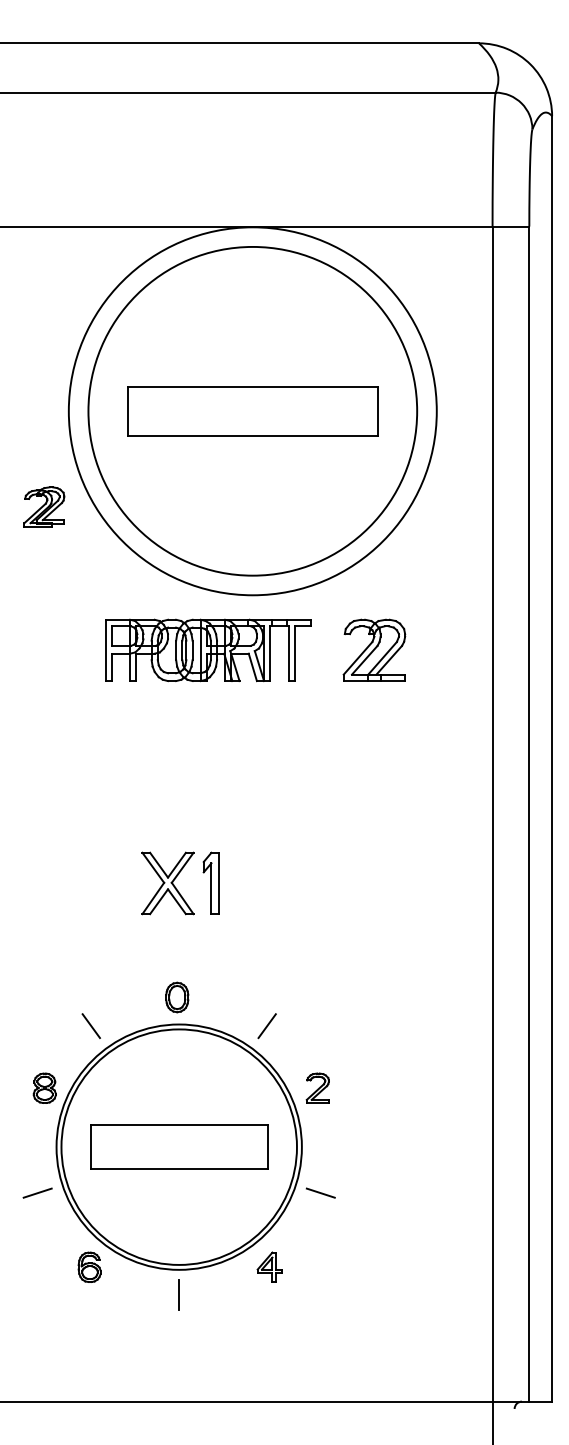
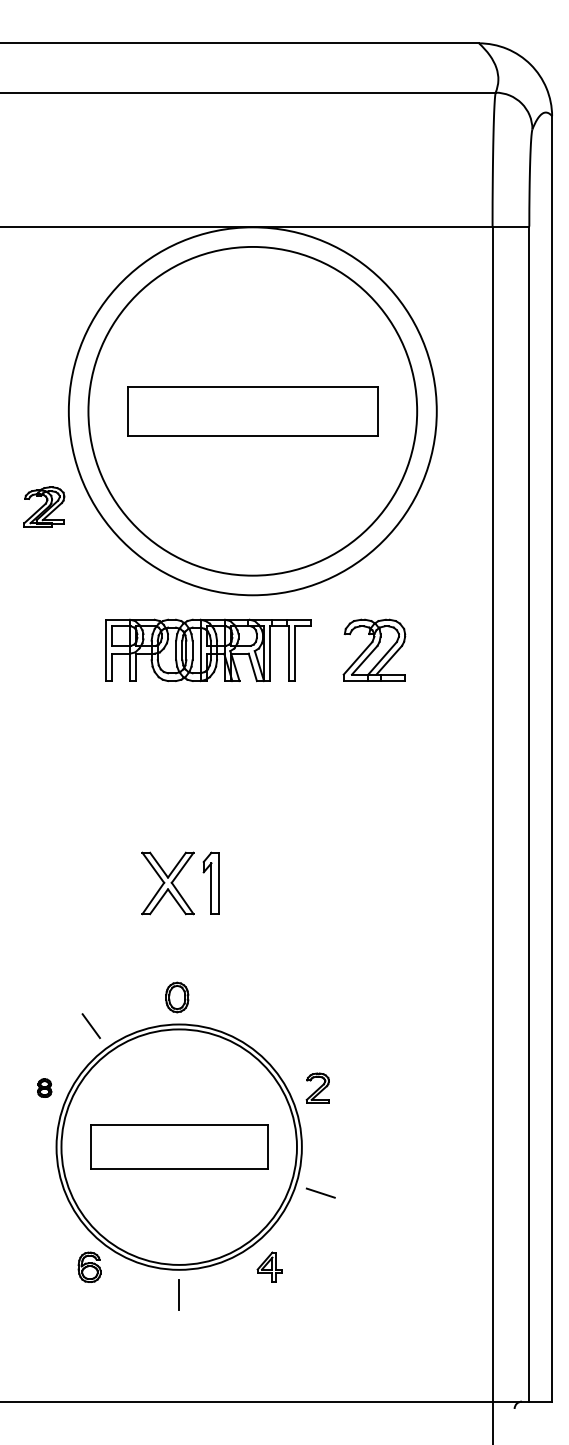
line at (266, 1026): present -> none
part at (44, 1087) size: 25x32 px -> 16x20 px
line at (37, 1192): present -> none
